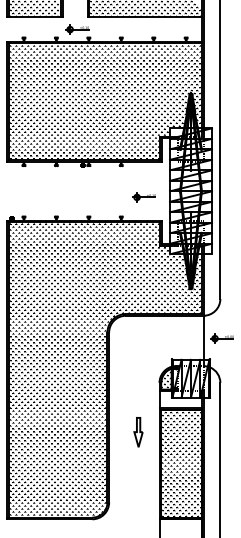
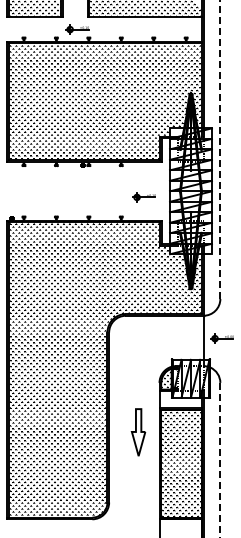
line at (220, 149): solid -> dashed
part at (138, 432) size: 11x31 px -> 17x49 px
line at (220, 460): solid -> dashed
